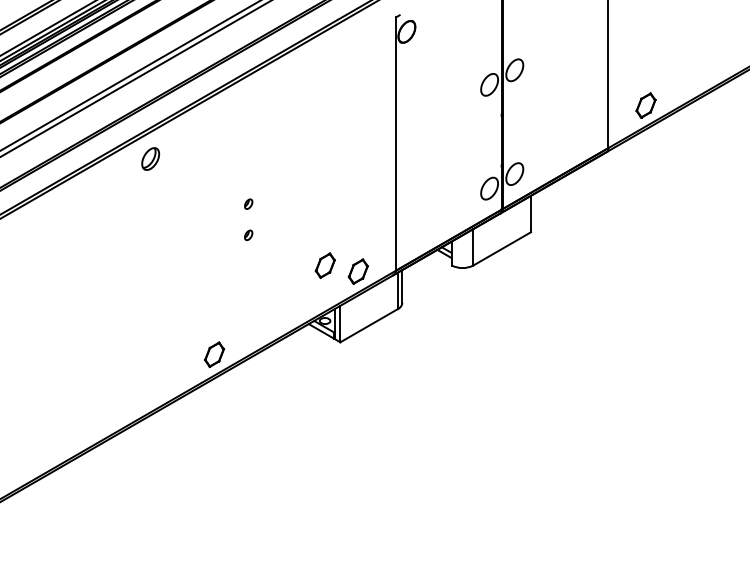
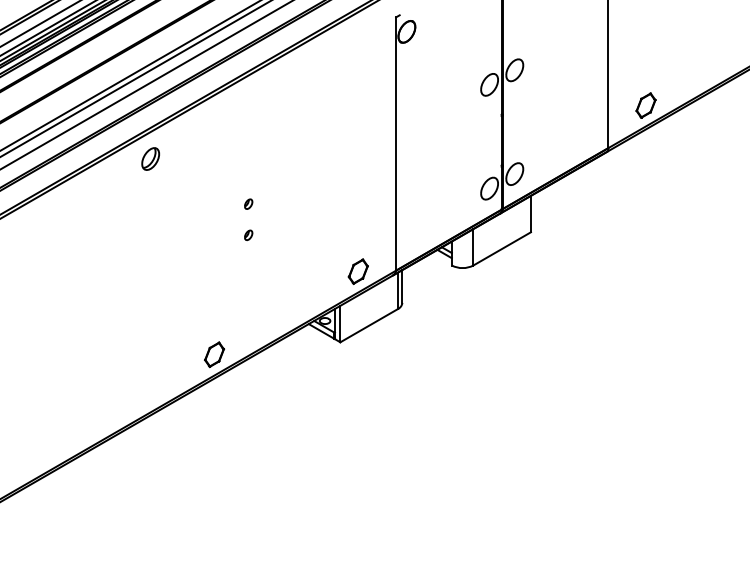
line at (39, 23): none -> present
line at (146, 85): none -> present
part at (324, 265): present -> none
